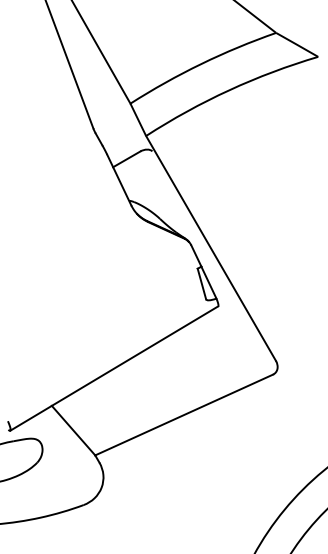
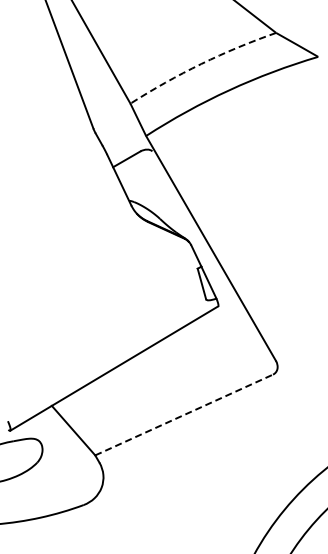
arc at (201, 64): solid -> dashed
line at (184, 415): solid -> dashed
